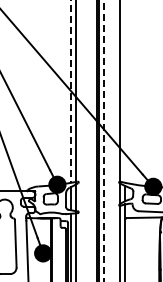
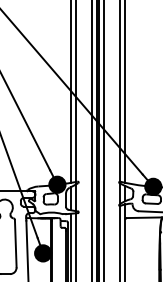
line at (70, 91): dashed -> solid
line at (125, 92): none -> present
line at (91, 140): none -> present
line at (104, 140): dashed -> solid
